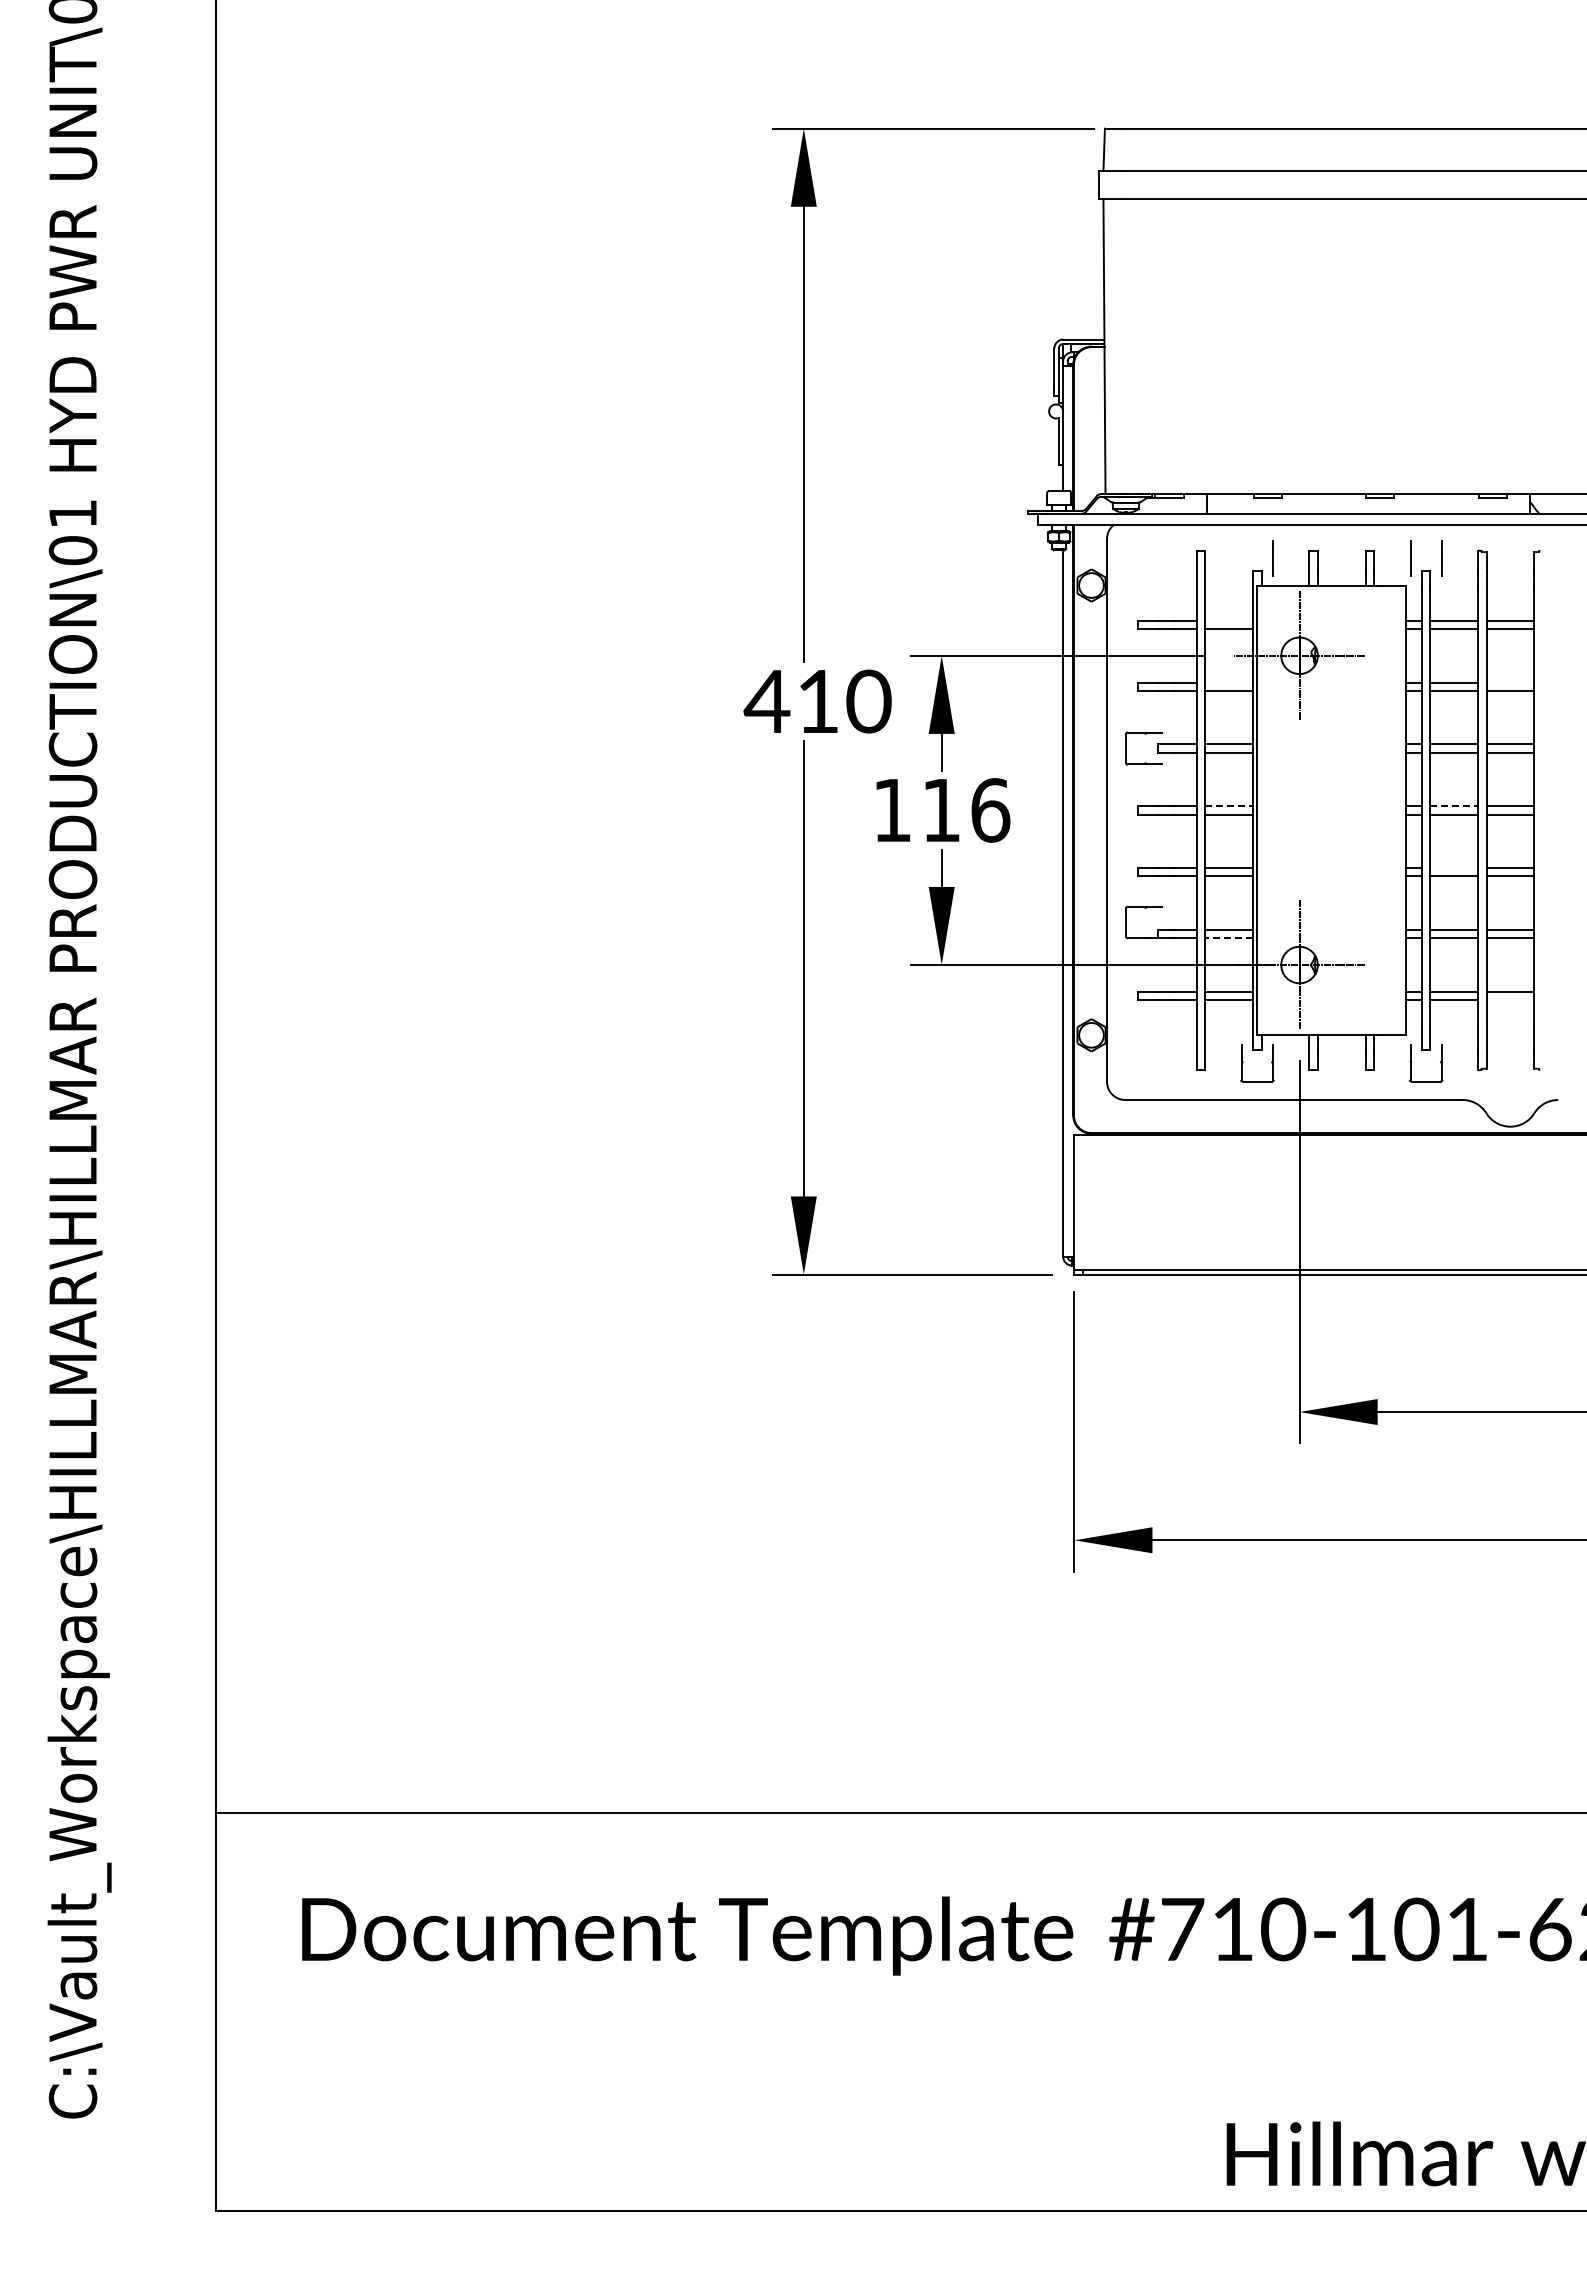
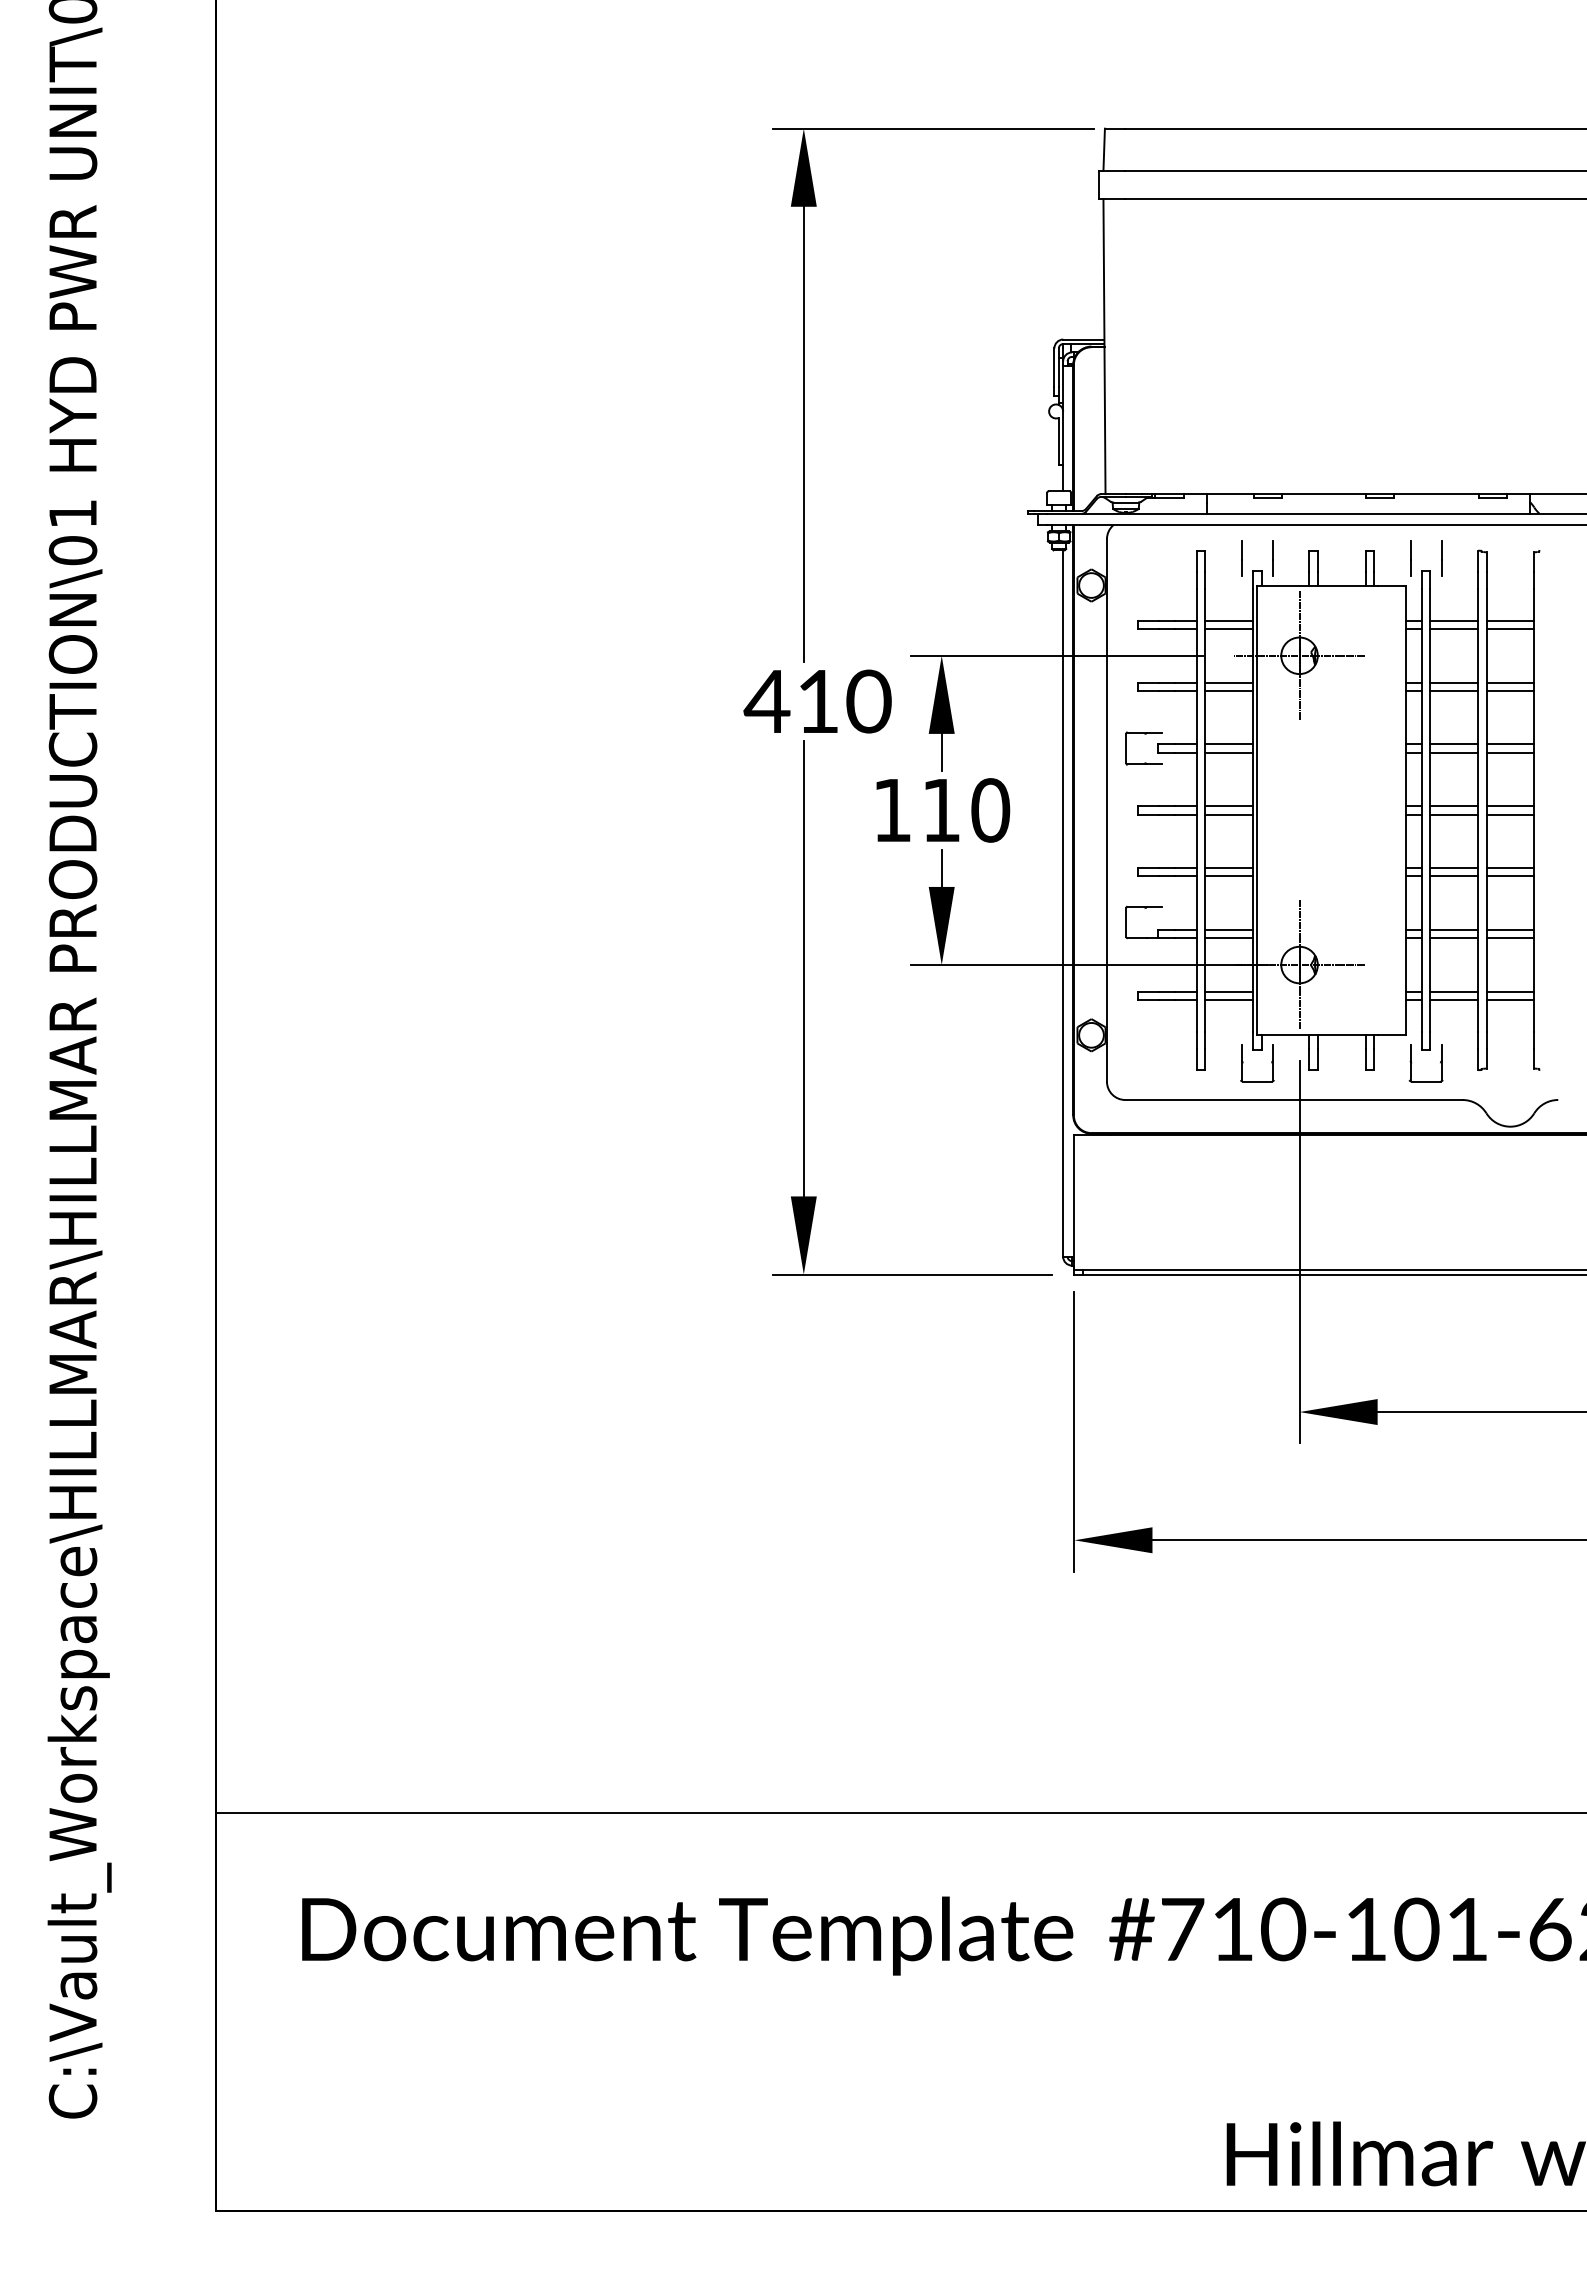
line at (1241, 558): none -> present
line at (1229, 620): none -> present
line at (1229, 682): none -> present
line at (1510, 682): none -> present
line at (1229, 806): dashed -> solid
line at (1454, 806): dashed -> solid
text at (990, 810): 116 -> 110
line at (1454, 868): none -> present
line at (1229, 938): dashed -> solid
line at (1510, 1000): none -> present
